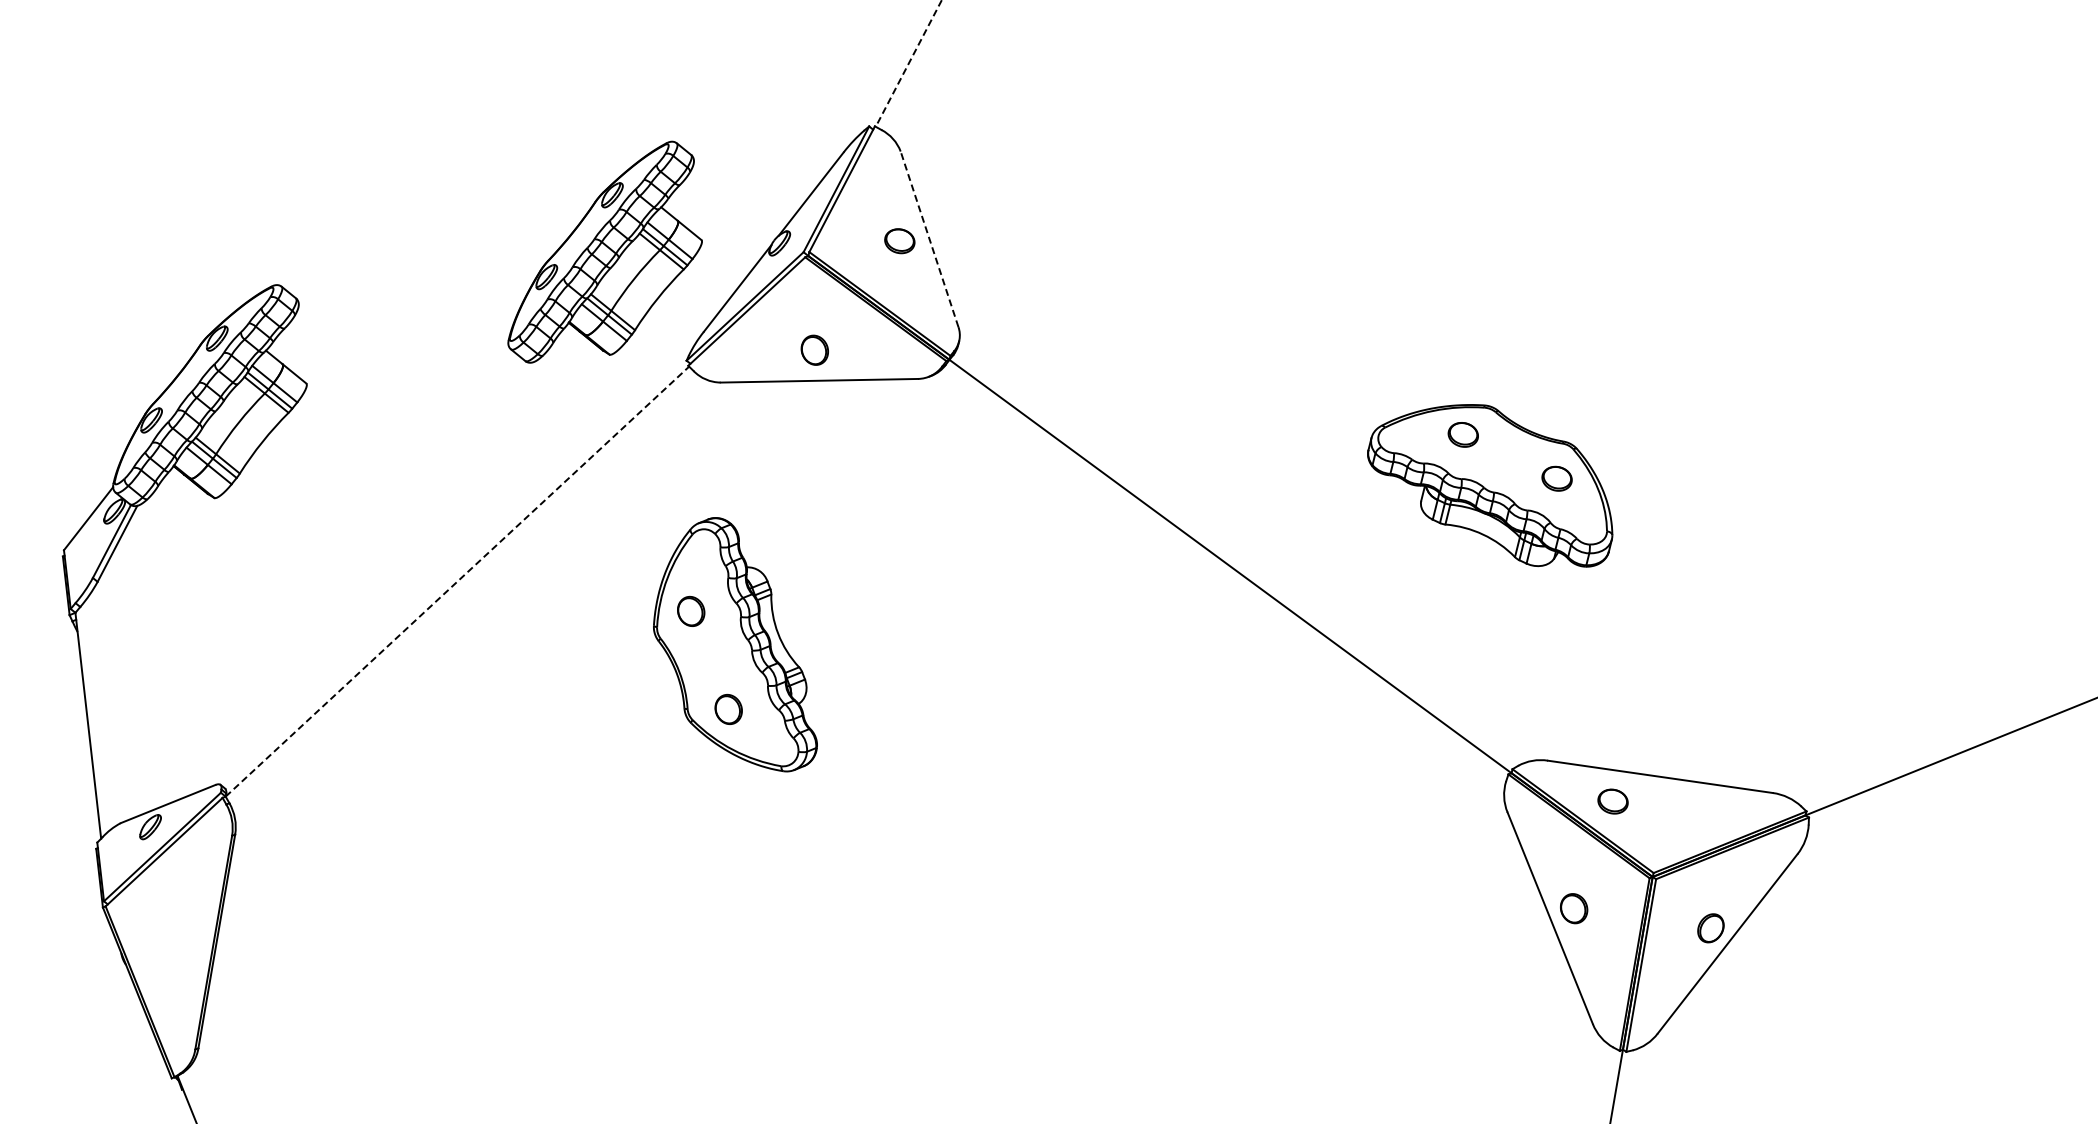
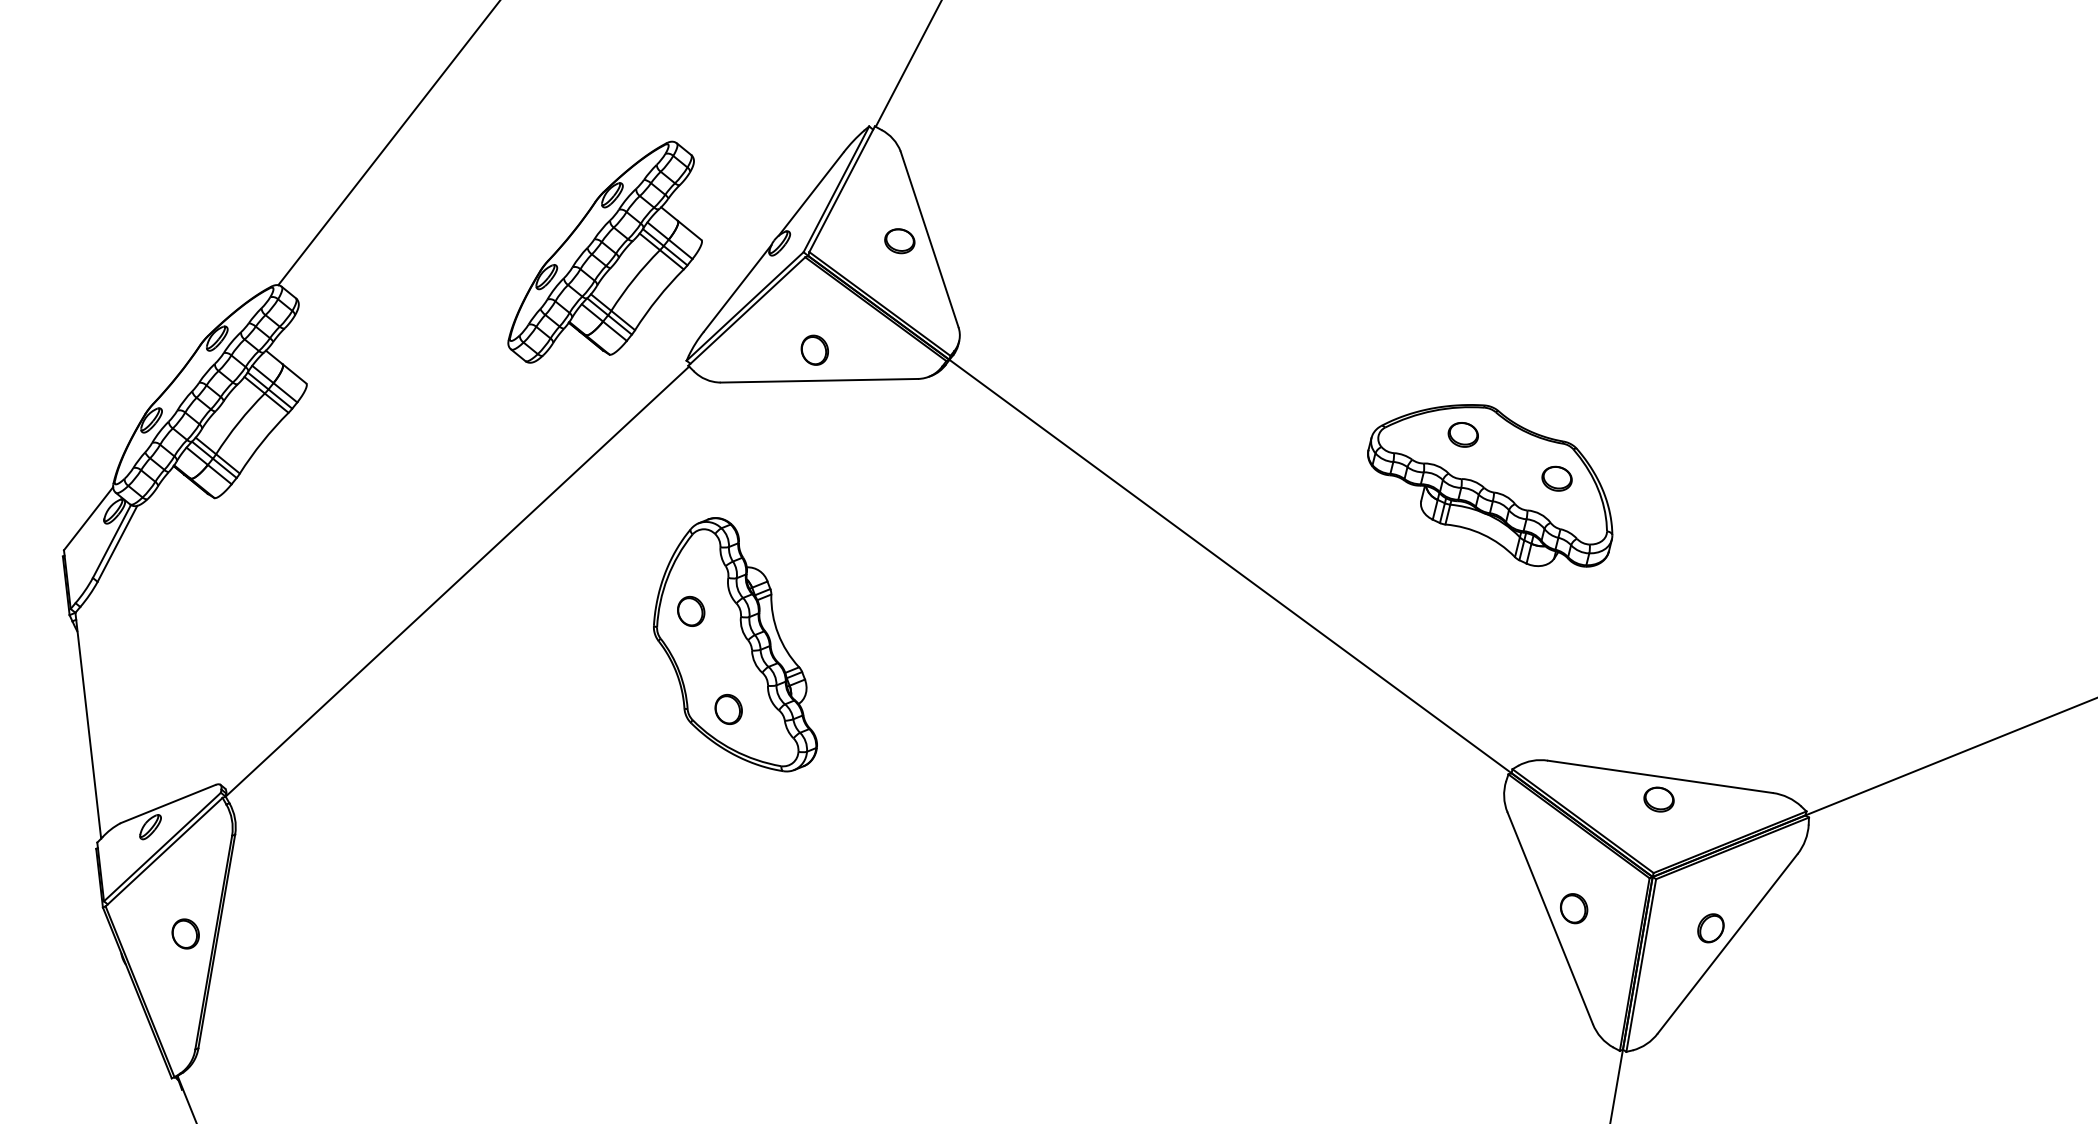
line at (908, 63): dashed -> solid
line at (388, 143): none -> present
line at (929, 238): dashed -> solid
line at (457, 581): dashed -> solid
part at (1612, 801) position: (1612, 801) -> (1658, 799)
part at (185, 933): none -> present
